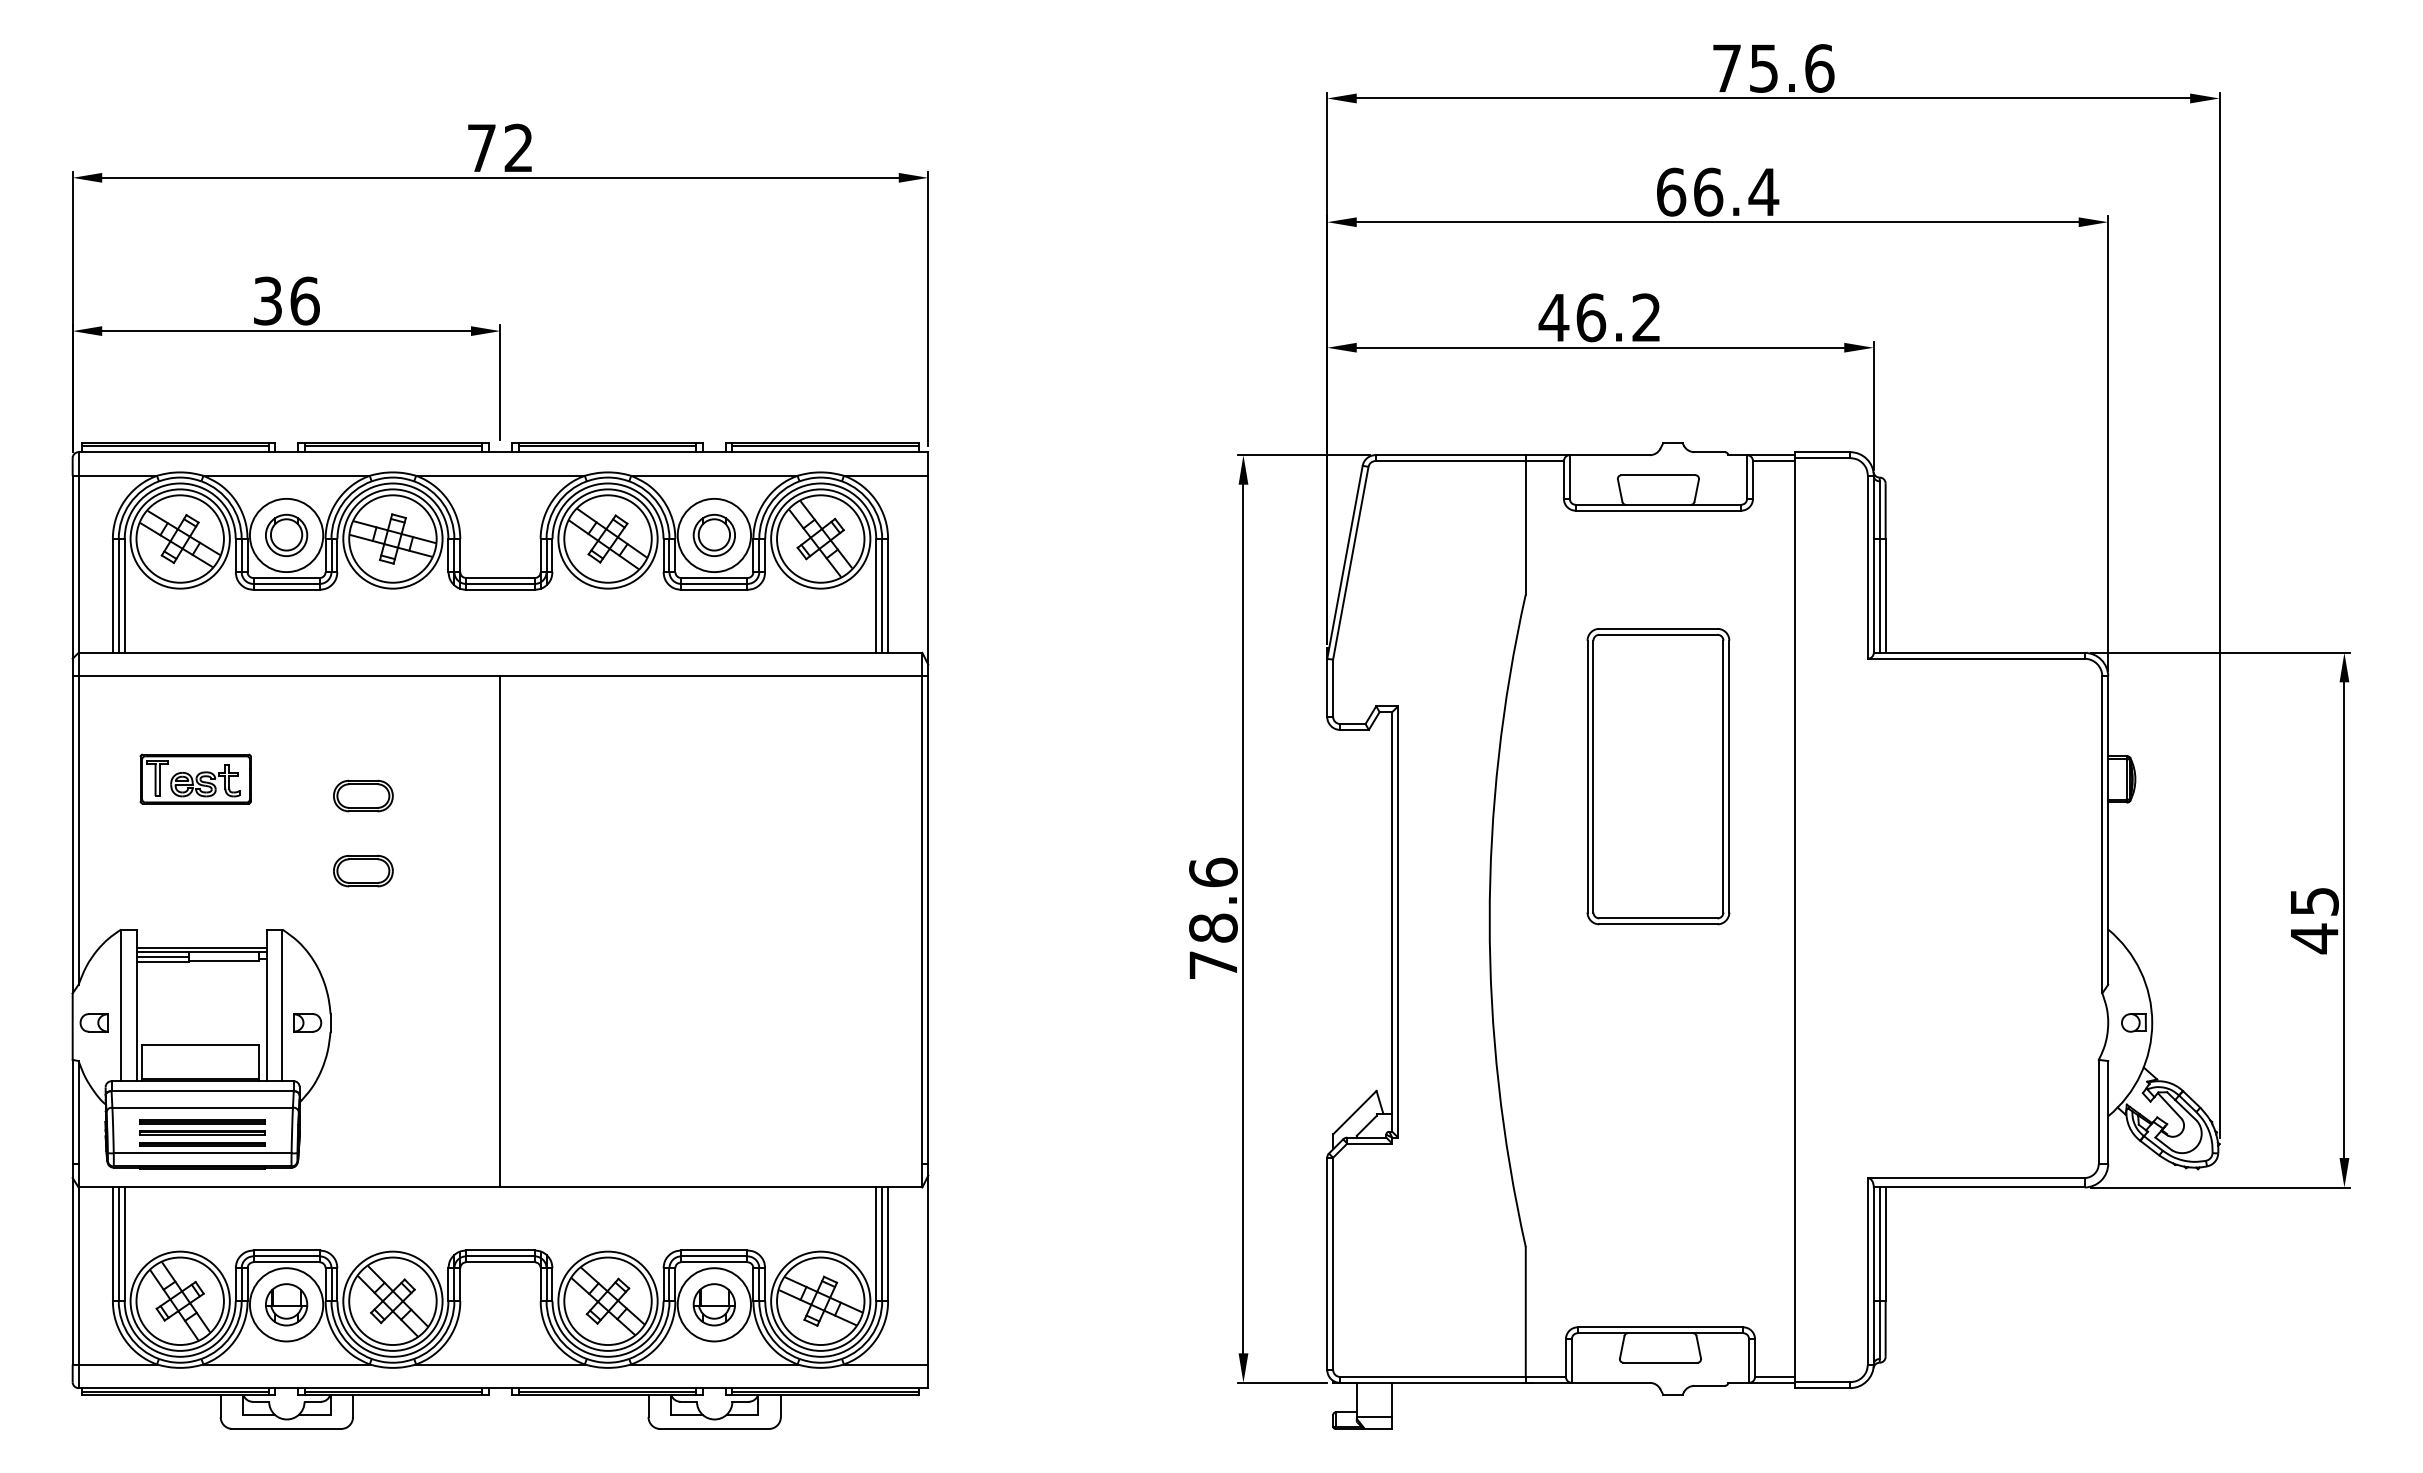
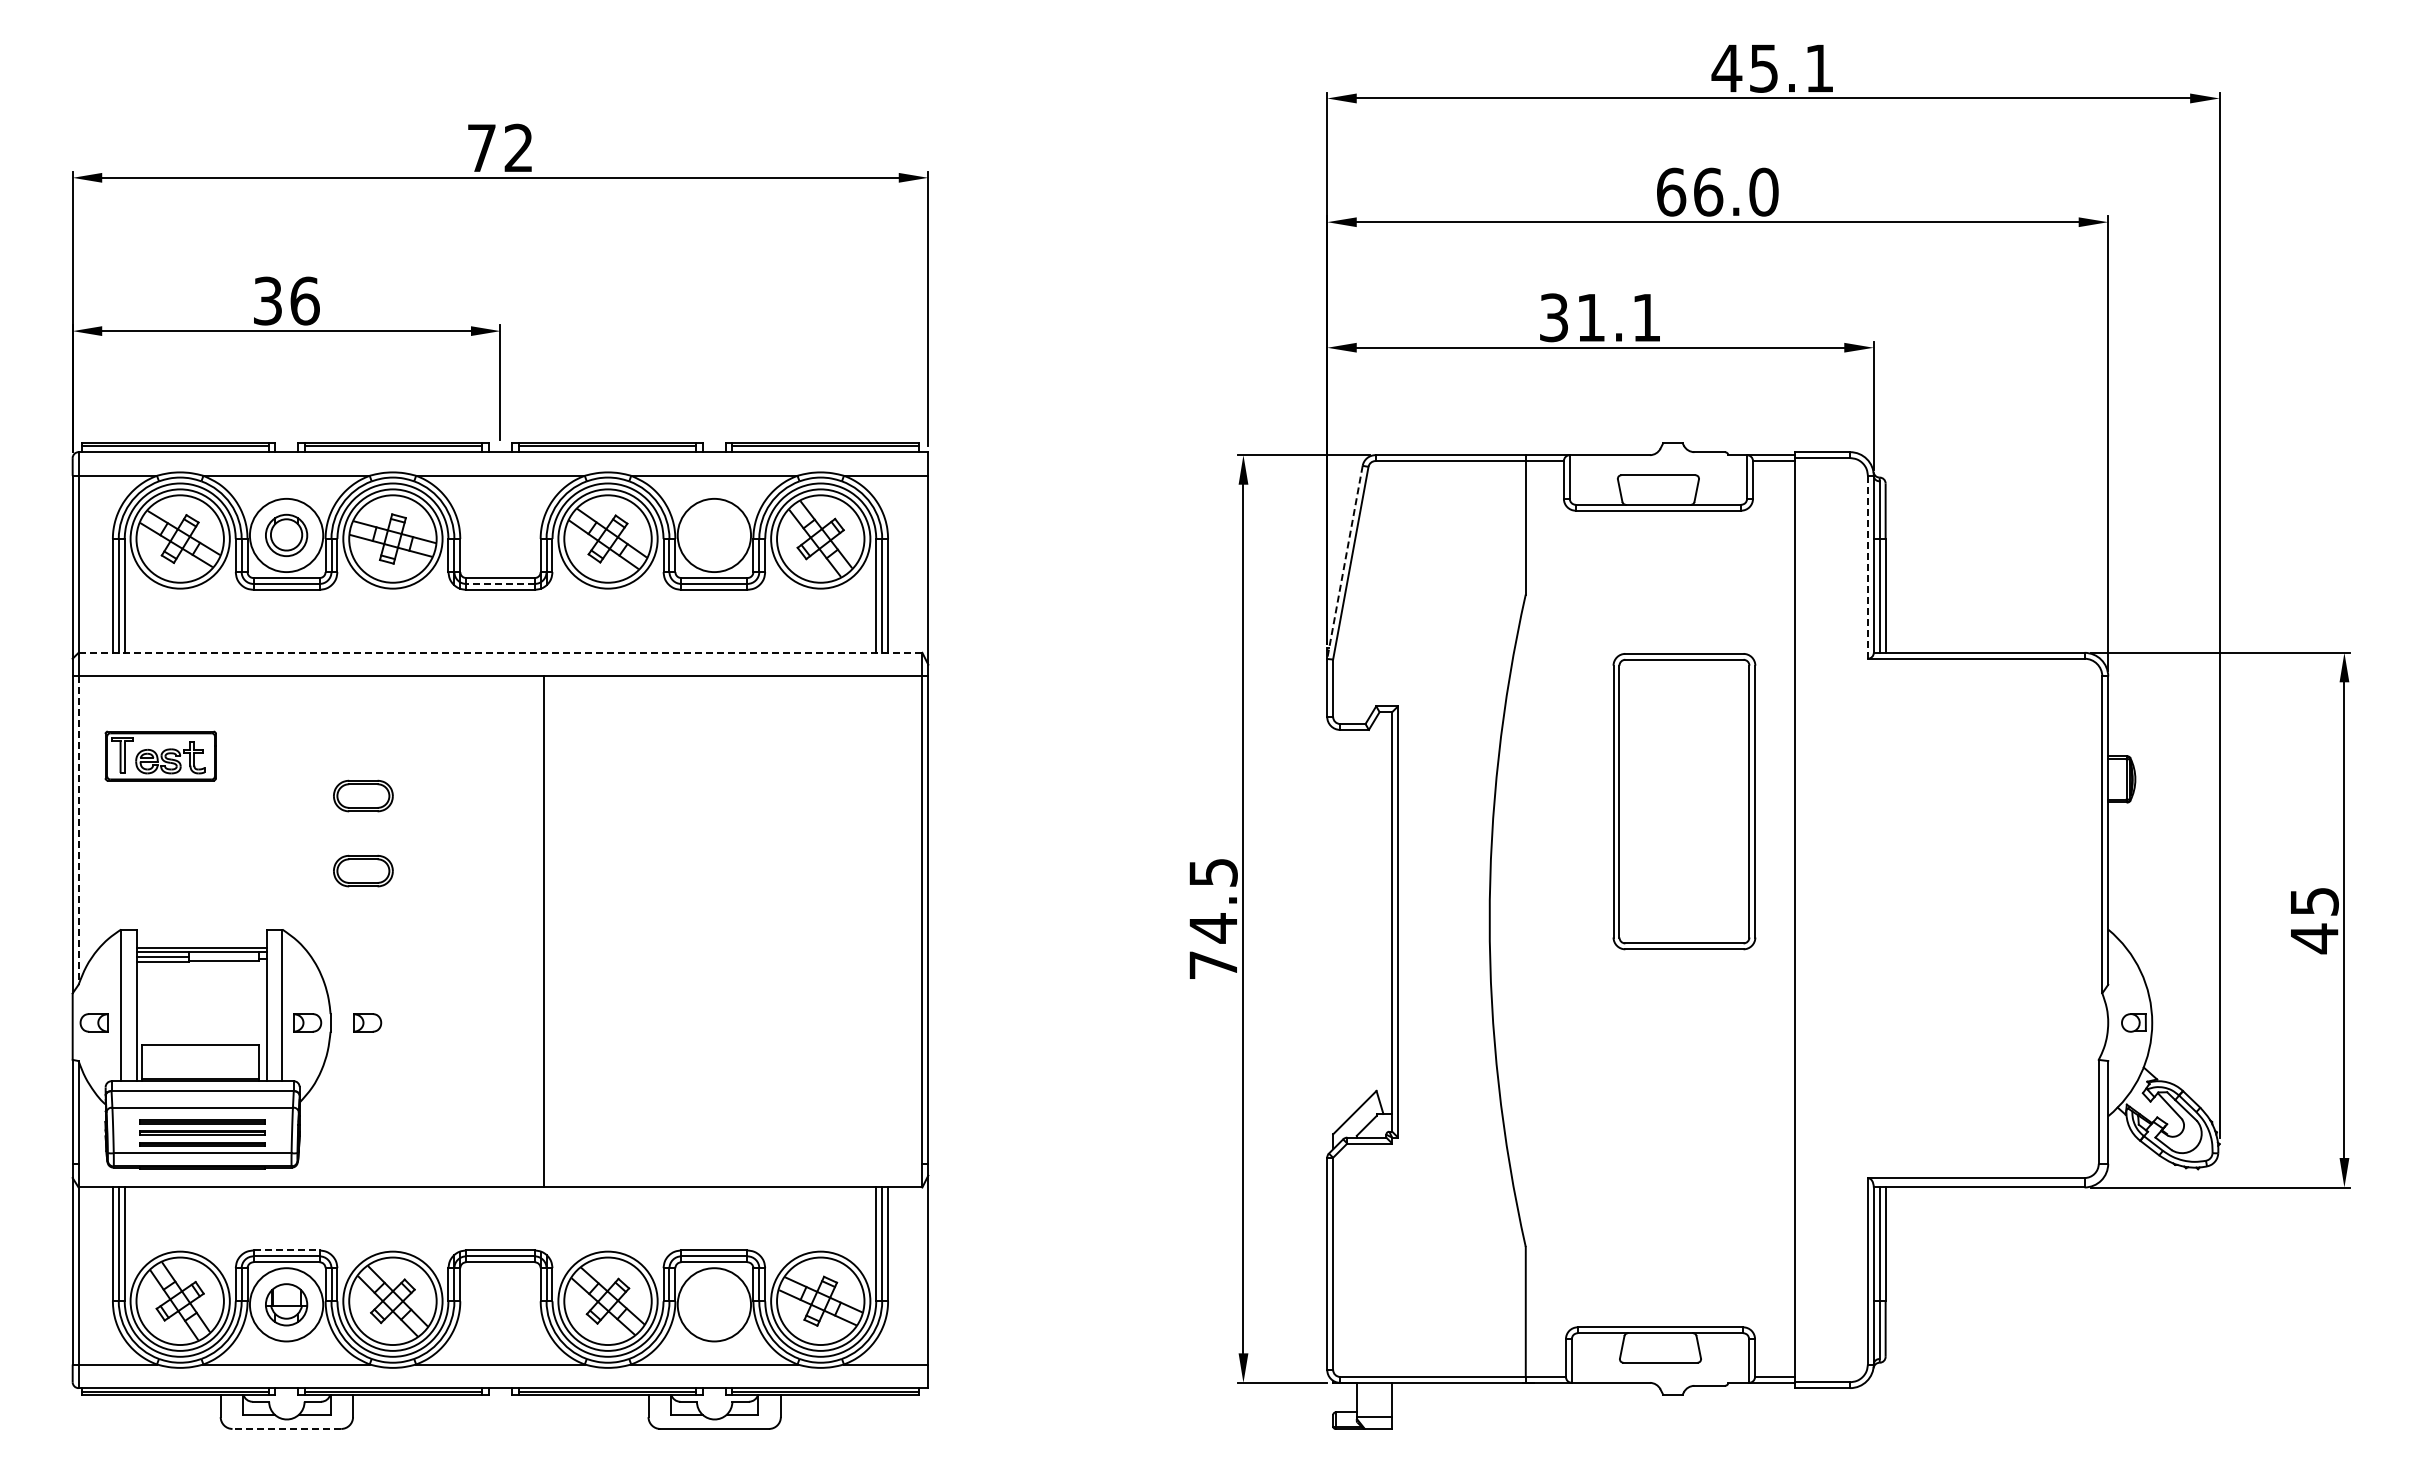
text at (1772, 68): 75.6 -> 45.1
text at (1763, 191): 66.4 -> 66.0
text at (1598, 317): 46.2 -> 31.1
part at (713, 535): present -> none
line at (1344, 562): solid -> dashed
line at (1867, 566): solid -> dashed
line at (499, 583): solid -> dashed
line at (500, 652): solid -> dashed
part at (1658, 776) position: (1658, 776) -> (1684, 801)
part at (195, 778) position: (195, 778) -> (160, 755)
line at (78, 831): solid -> dashed
text at (1213, 900): 78.6 -> 74.5
line at (500, 931) position: (500, 931) -> (544, 931)
part at (367, 1022): none -> present
line at (287, 1250): solid -> dashed
part at (713, 1304): present -> none
line at (286, 1428): solid -> dashed
